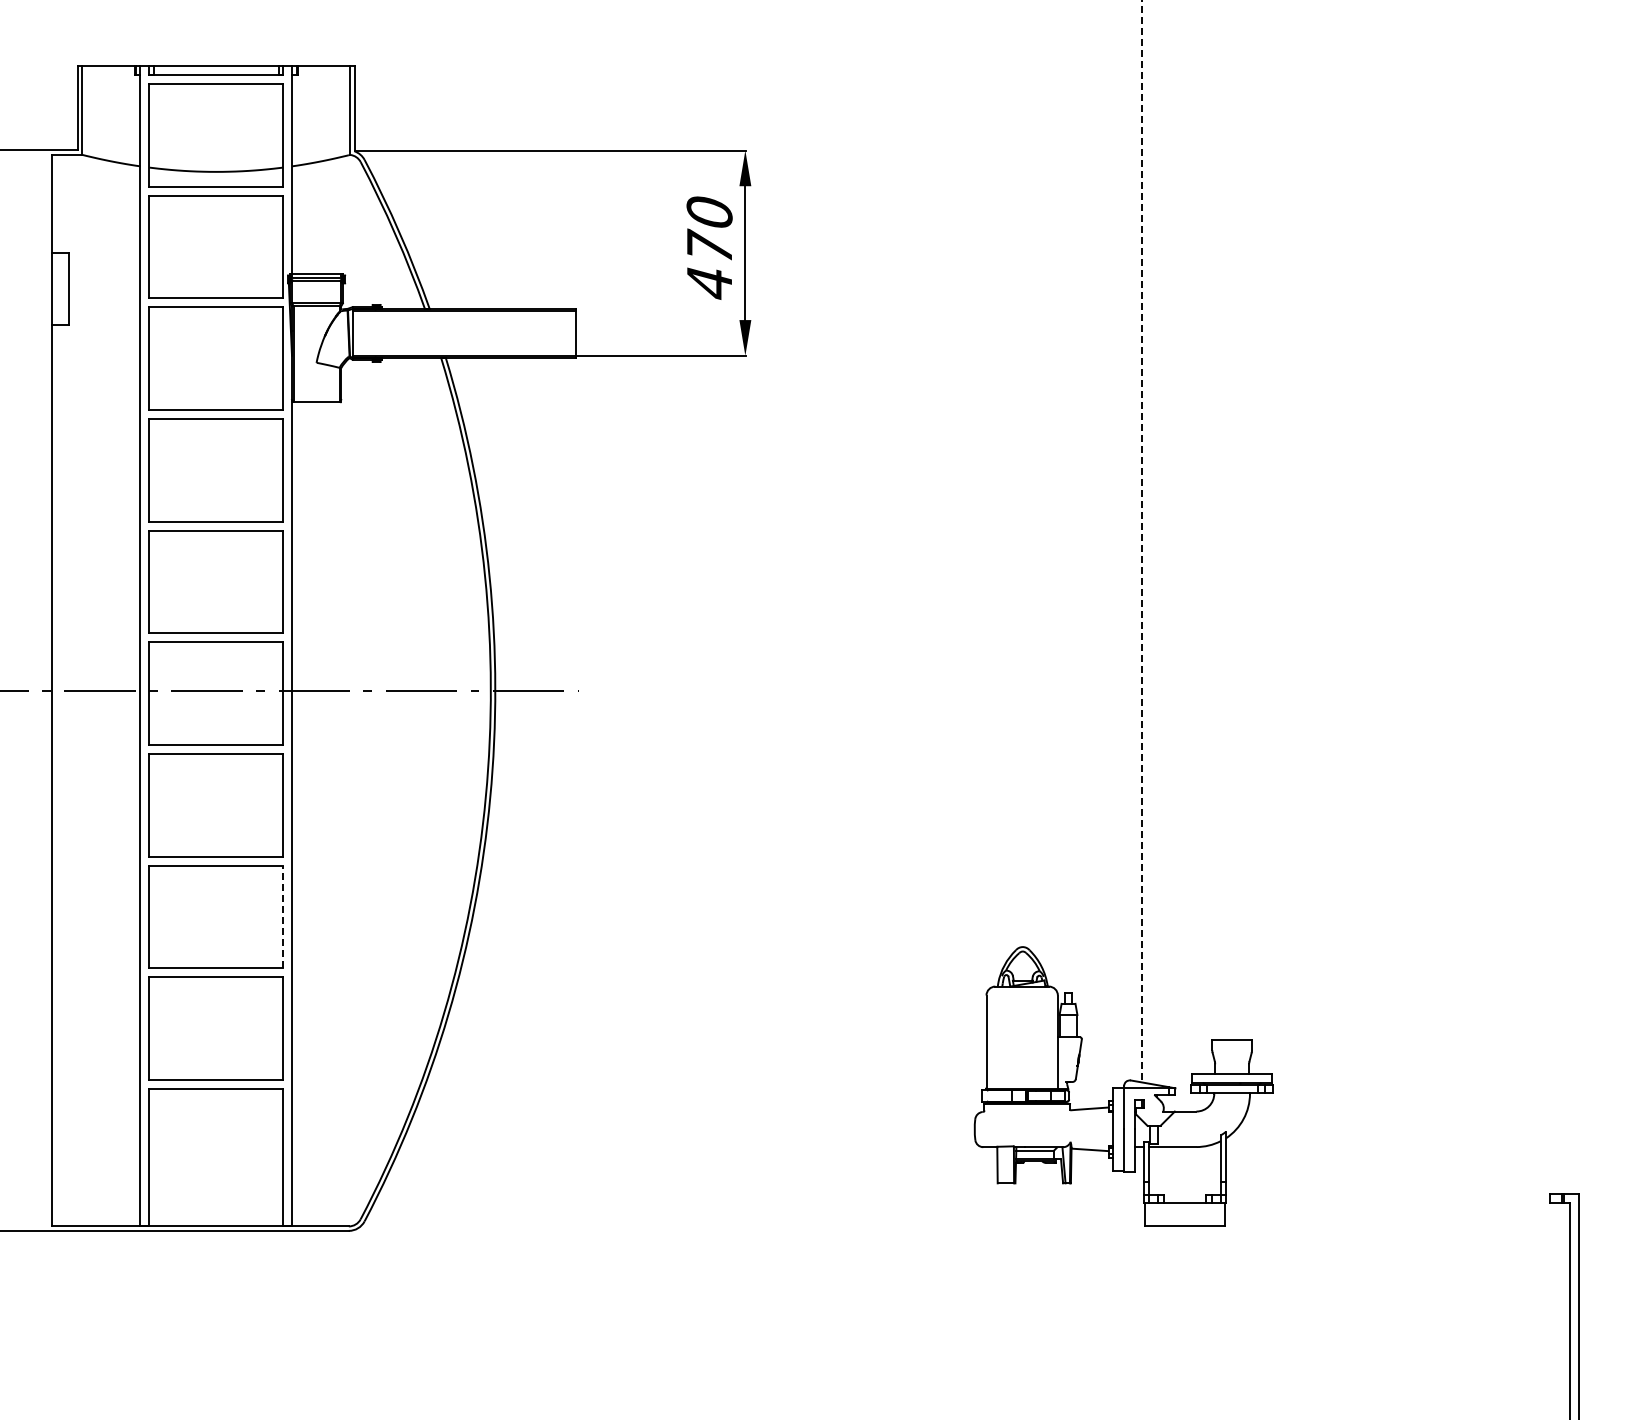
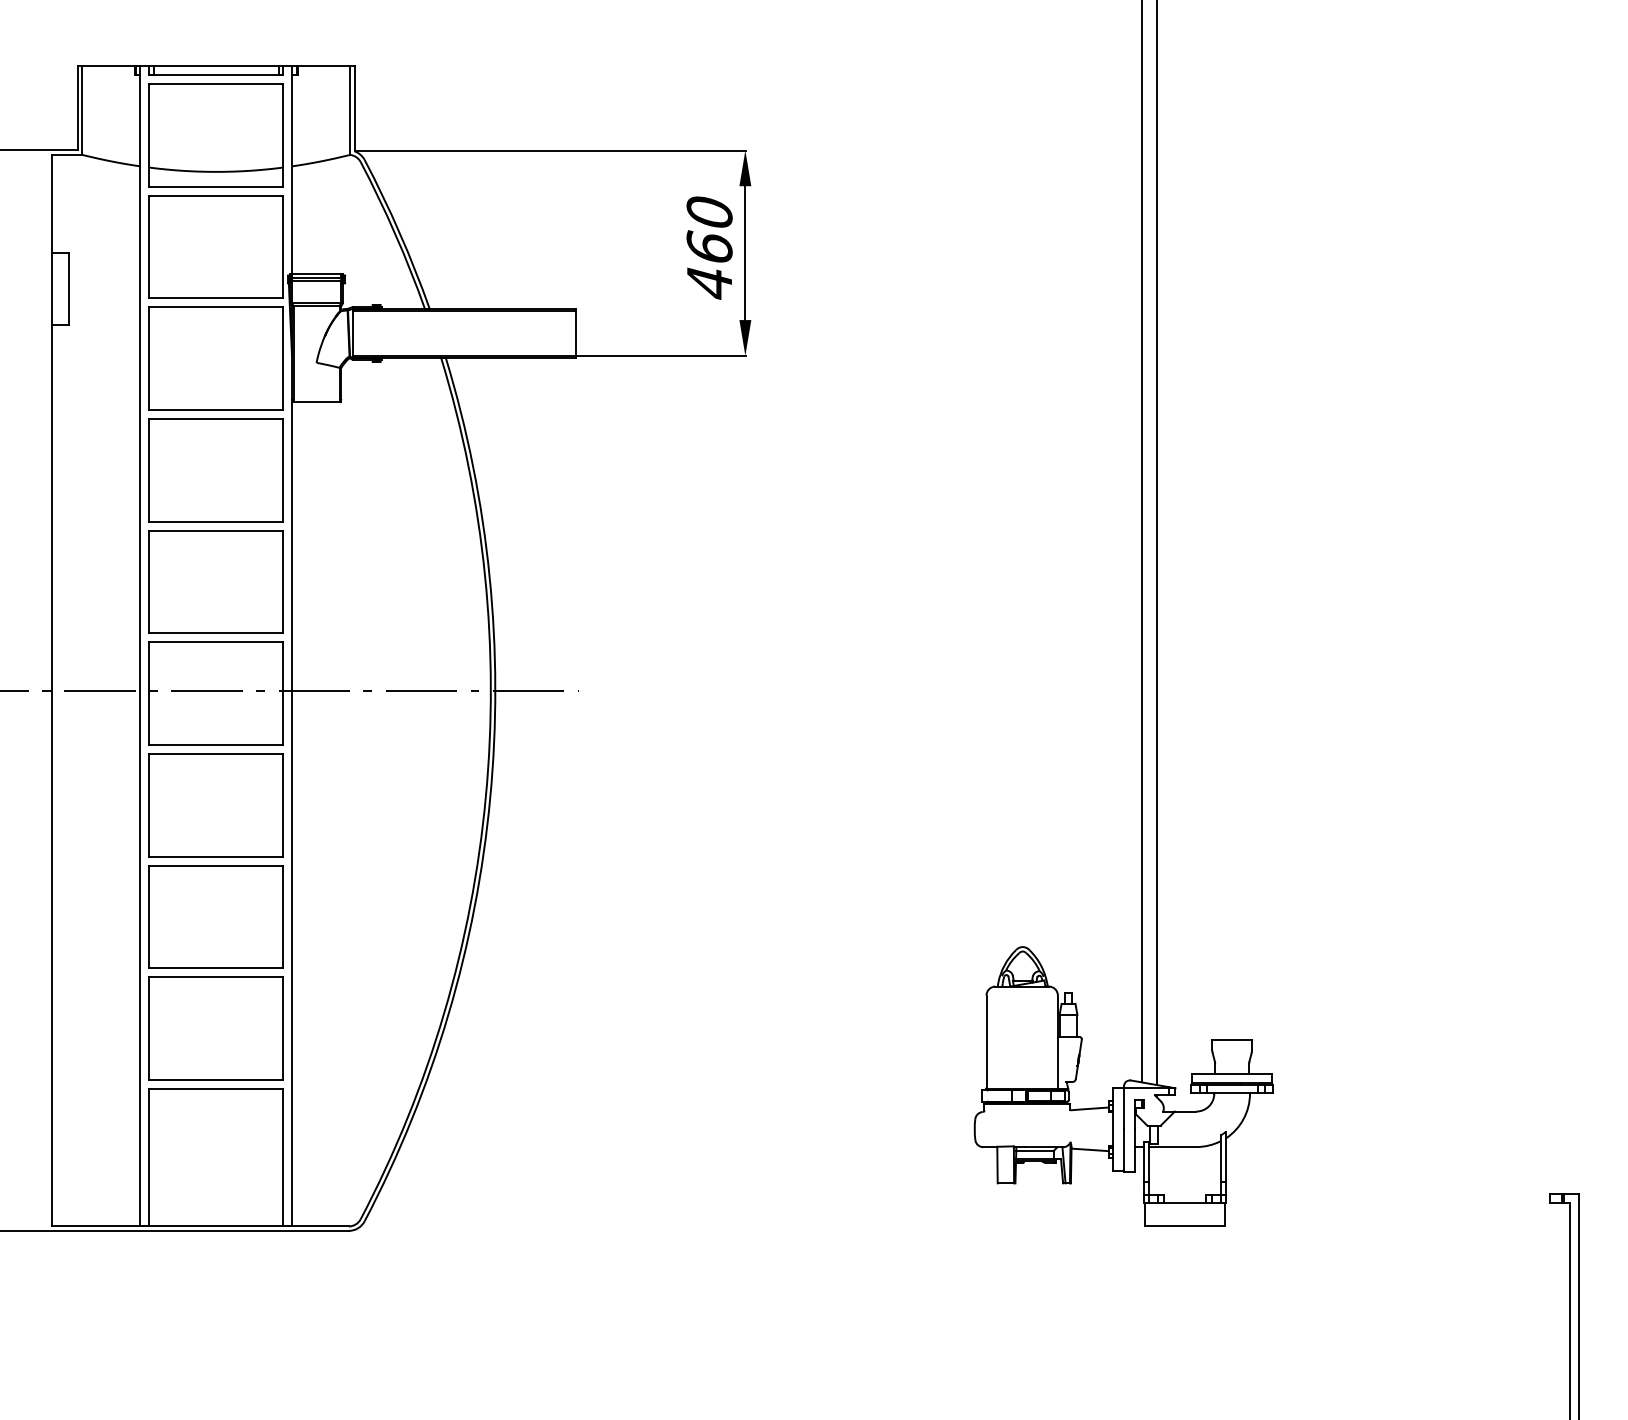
text at (709, 245): 470 -> 460
line at (1142, 541): dashed -> solid
line at (1156, 543): none -> present
line at (283, 916): dashed -> solid
